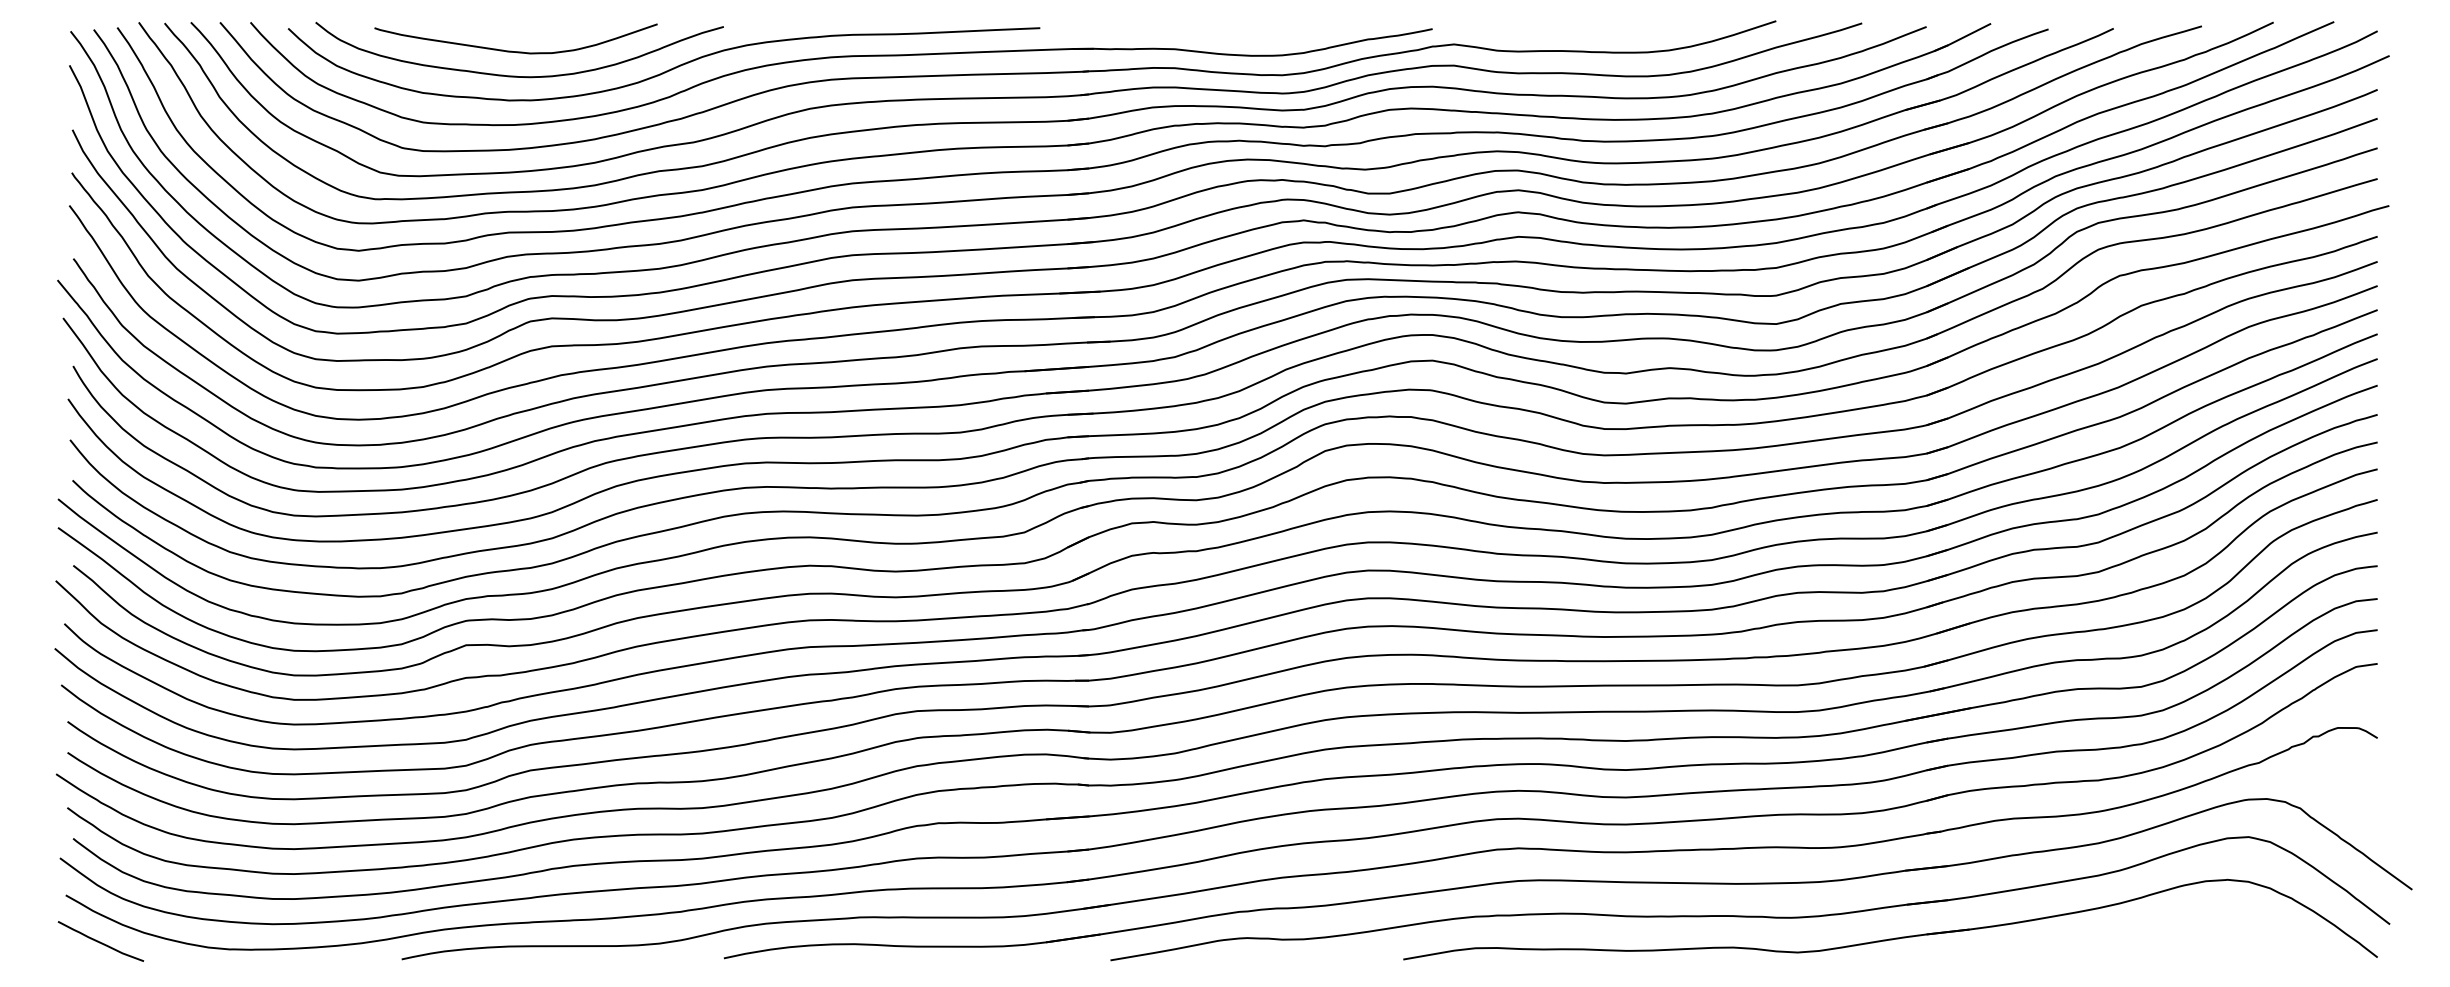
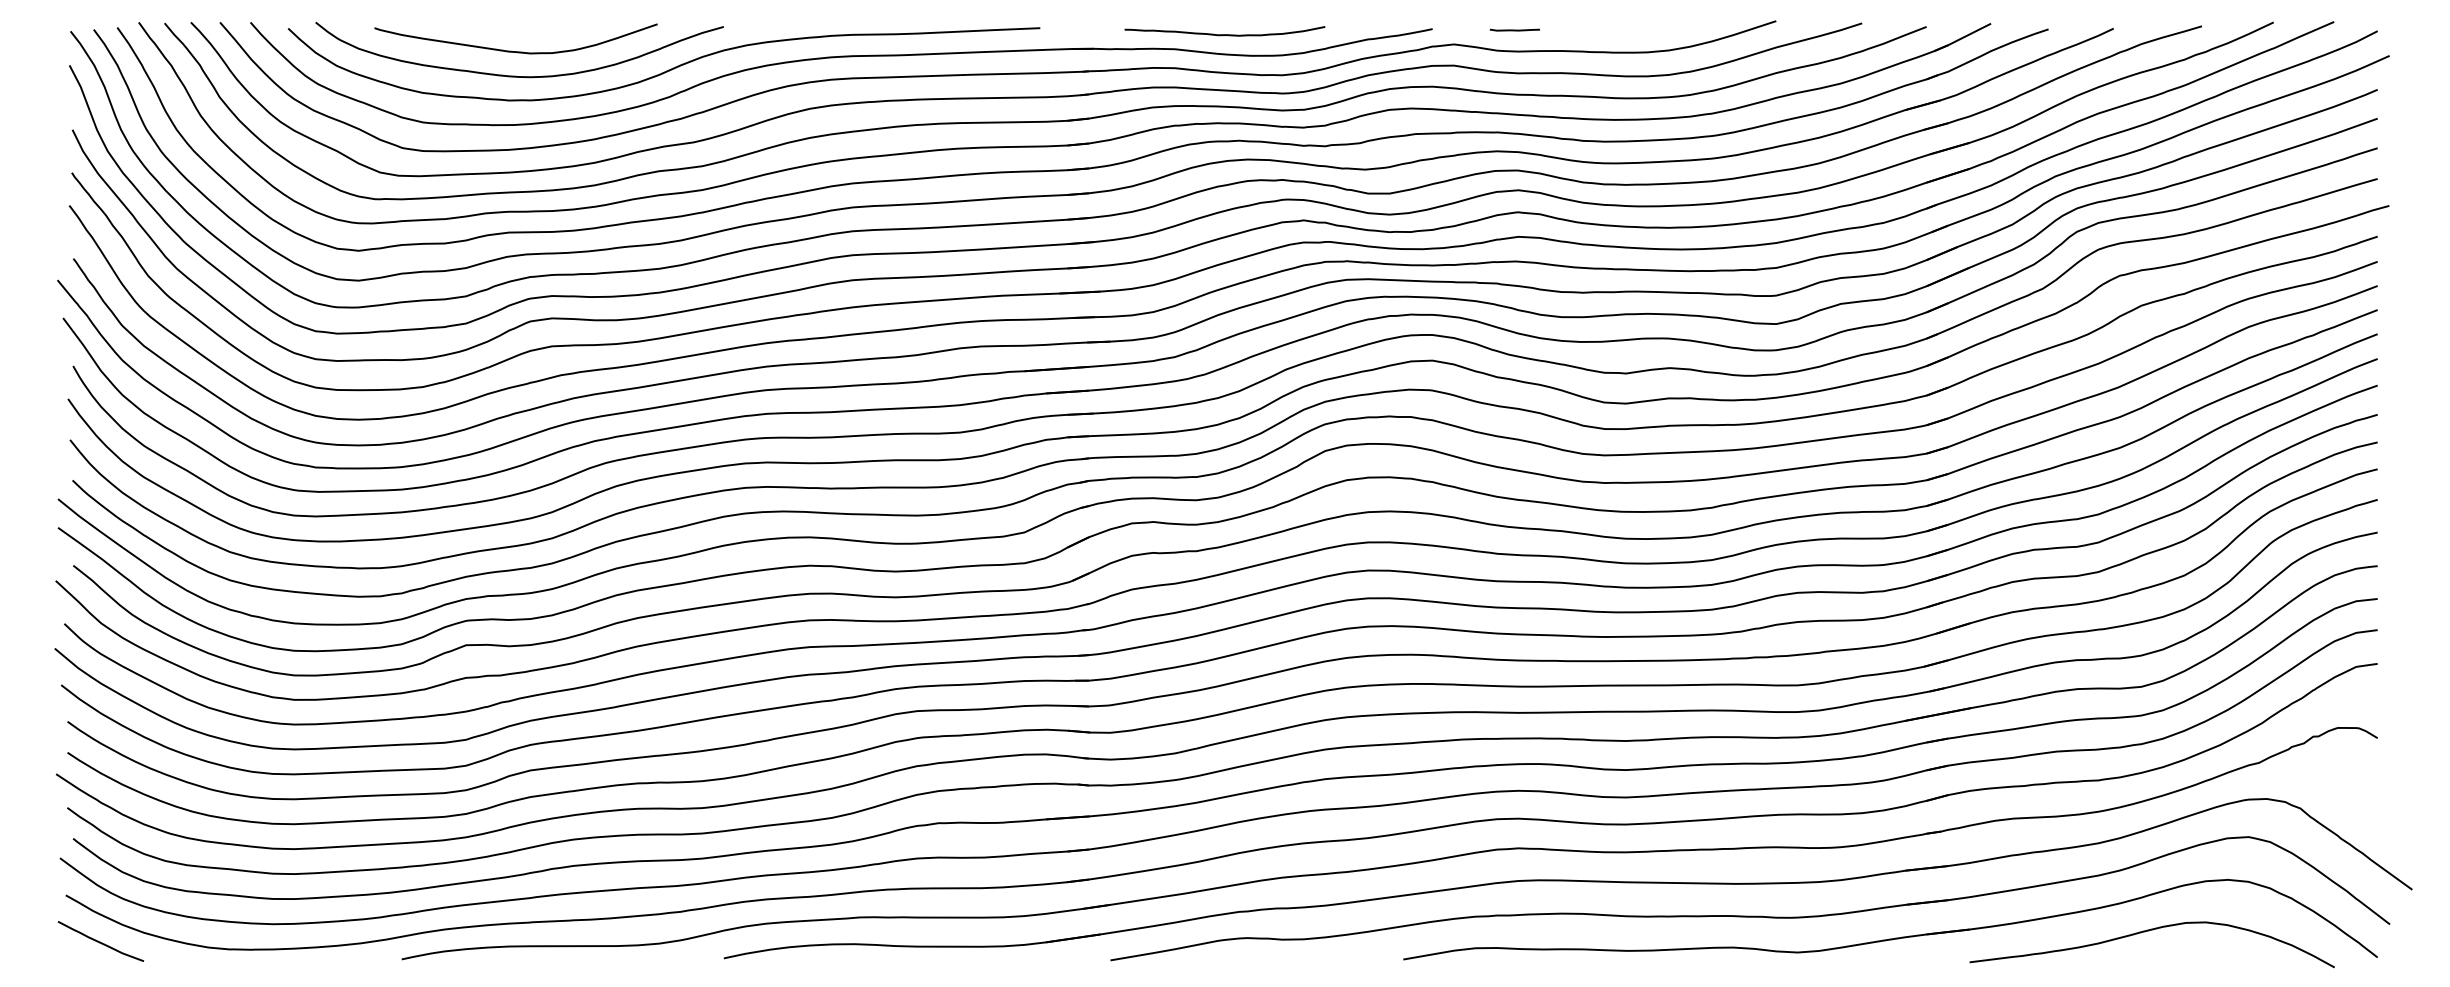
line at (1514, 29): none -> present
curve at (1224, 34): none -> present
curve at (2149, 931): none -> present
